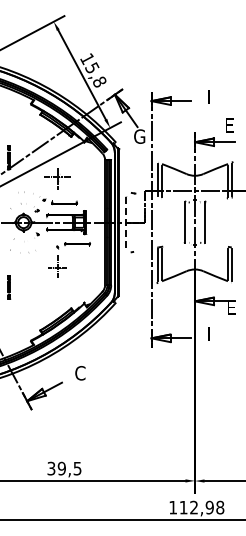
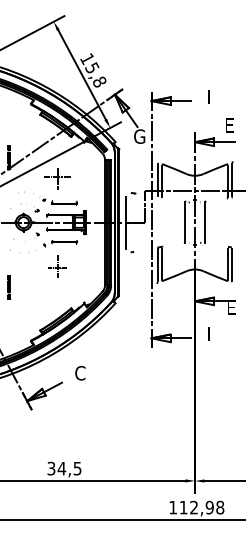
line at (126, 223): dashed -> solid
part at (73, 245) position: (73, 245) -> (60, 243)
text at (61, 468): 39,5 -> 34,5
